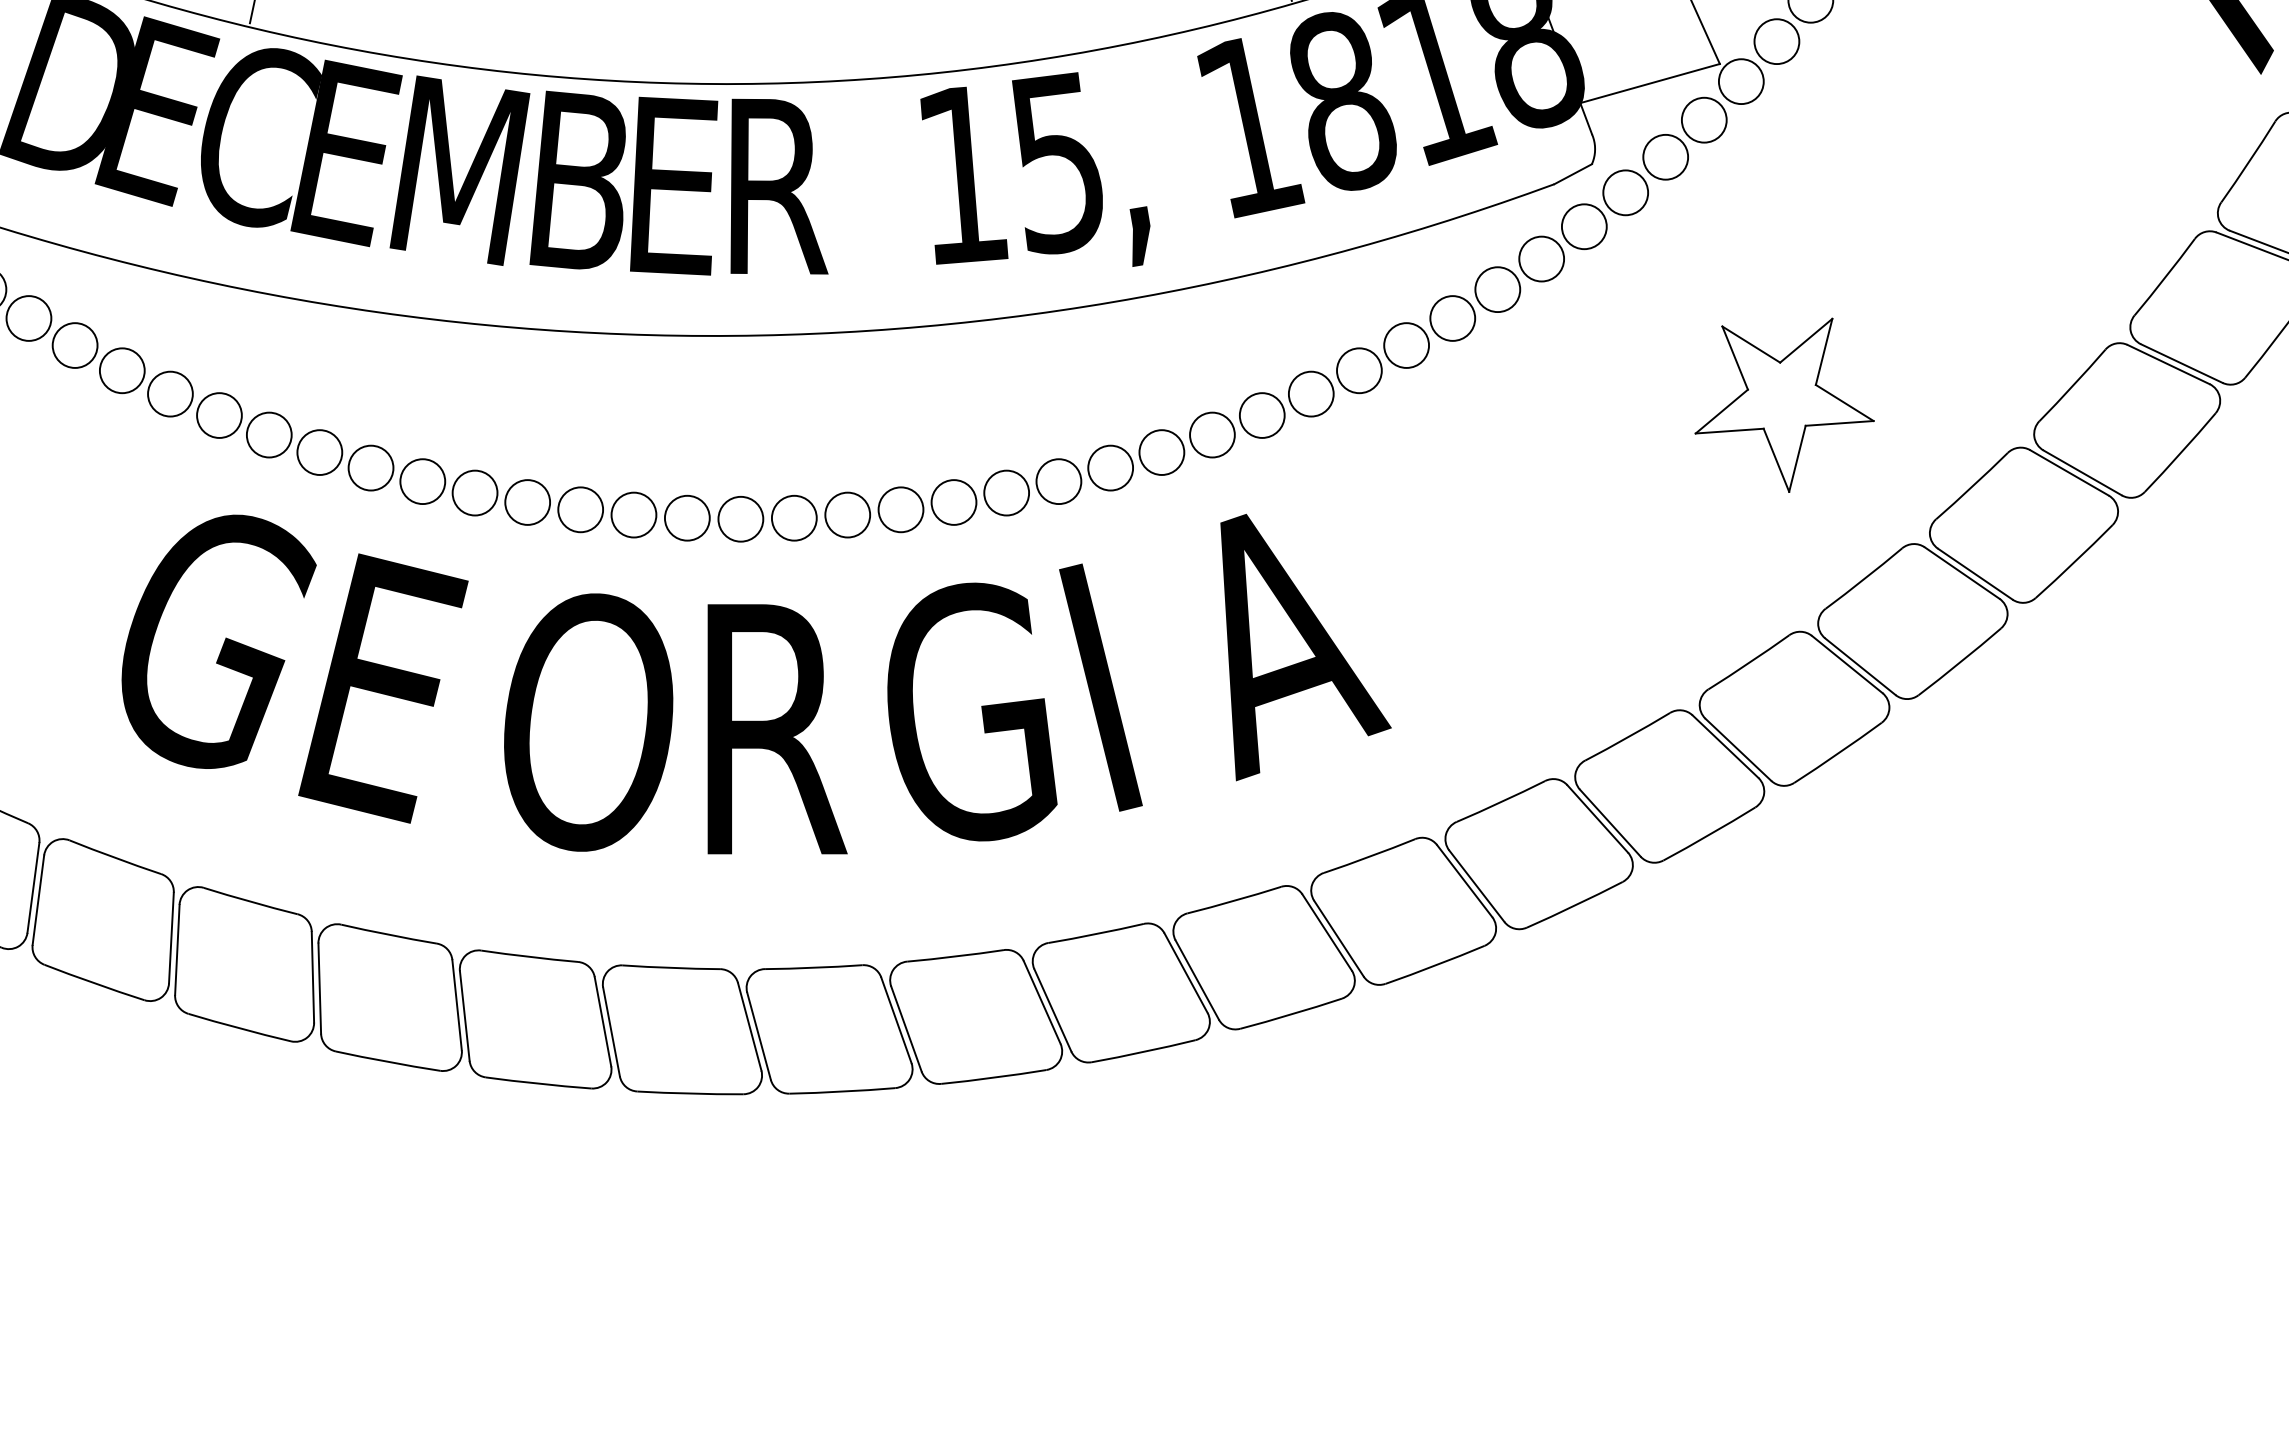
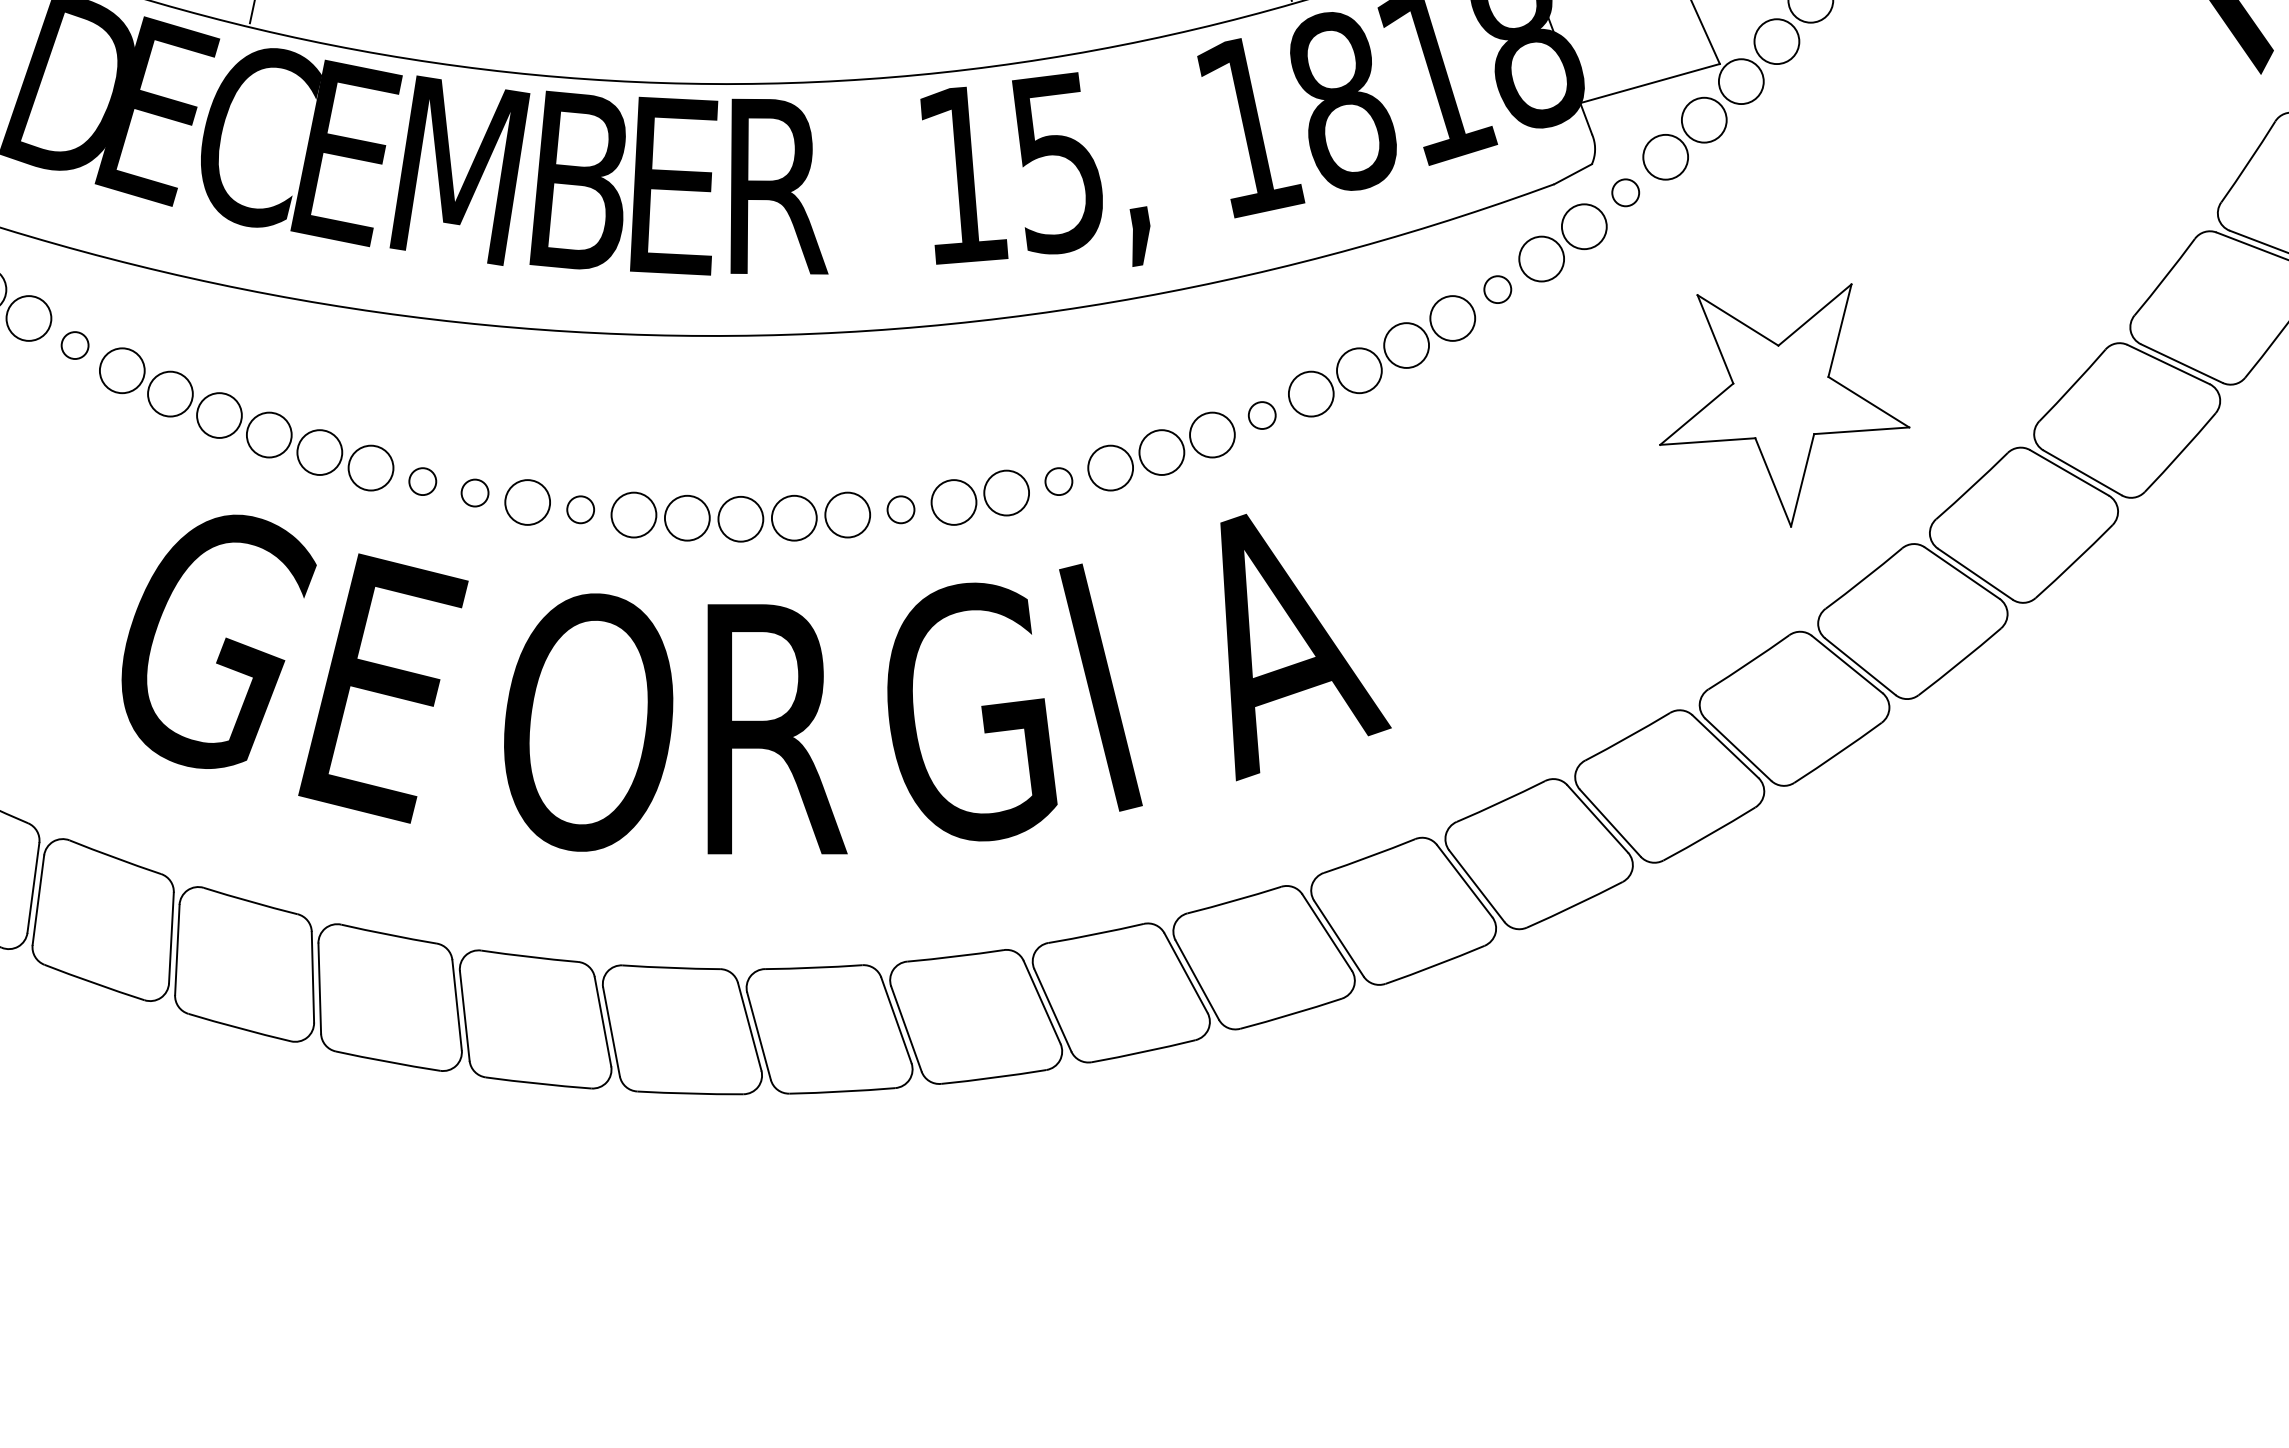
circle at (1625, 192) diameter: 45 px -> 27 px
circle at (1497, 289) diameter: 45 px -> 27 px
circle at (74, 345) diameter: 45 px -> 27 px
part at (1784, 404) size: 181x176 px -> 252x245 px
circle at (1261, 415) diameter: 45 px -> 27 px
circle at (422, 481) diameter: 45 px -> 27 px
circle at (1058, 481) diameter: 45 px -> 27 px
circle at (474, 492) diameter: 45 px -> 27 px
circle at (580, 509) diameter: 45 px -> 27 px
circle at (900, 509) diameter: 45 px -> 27 px
